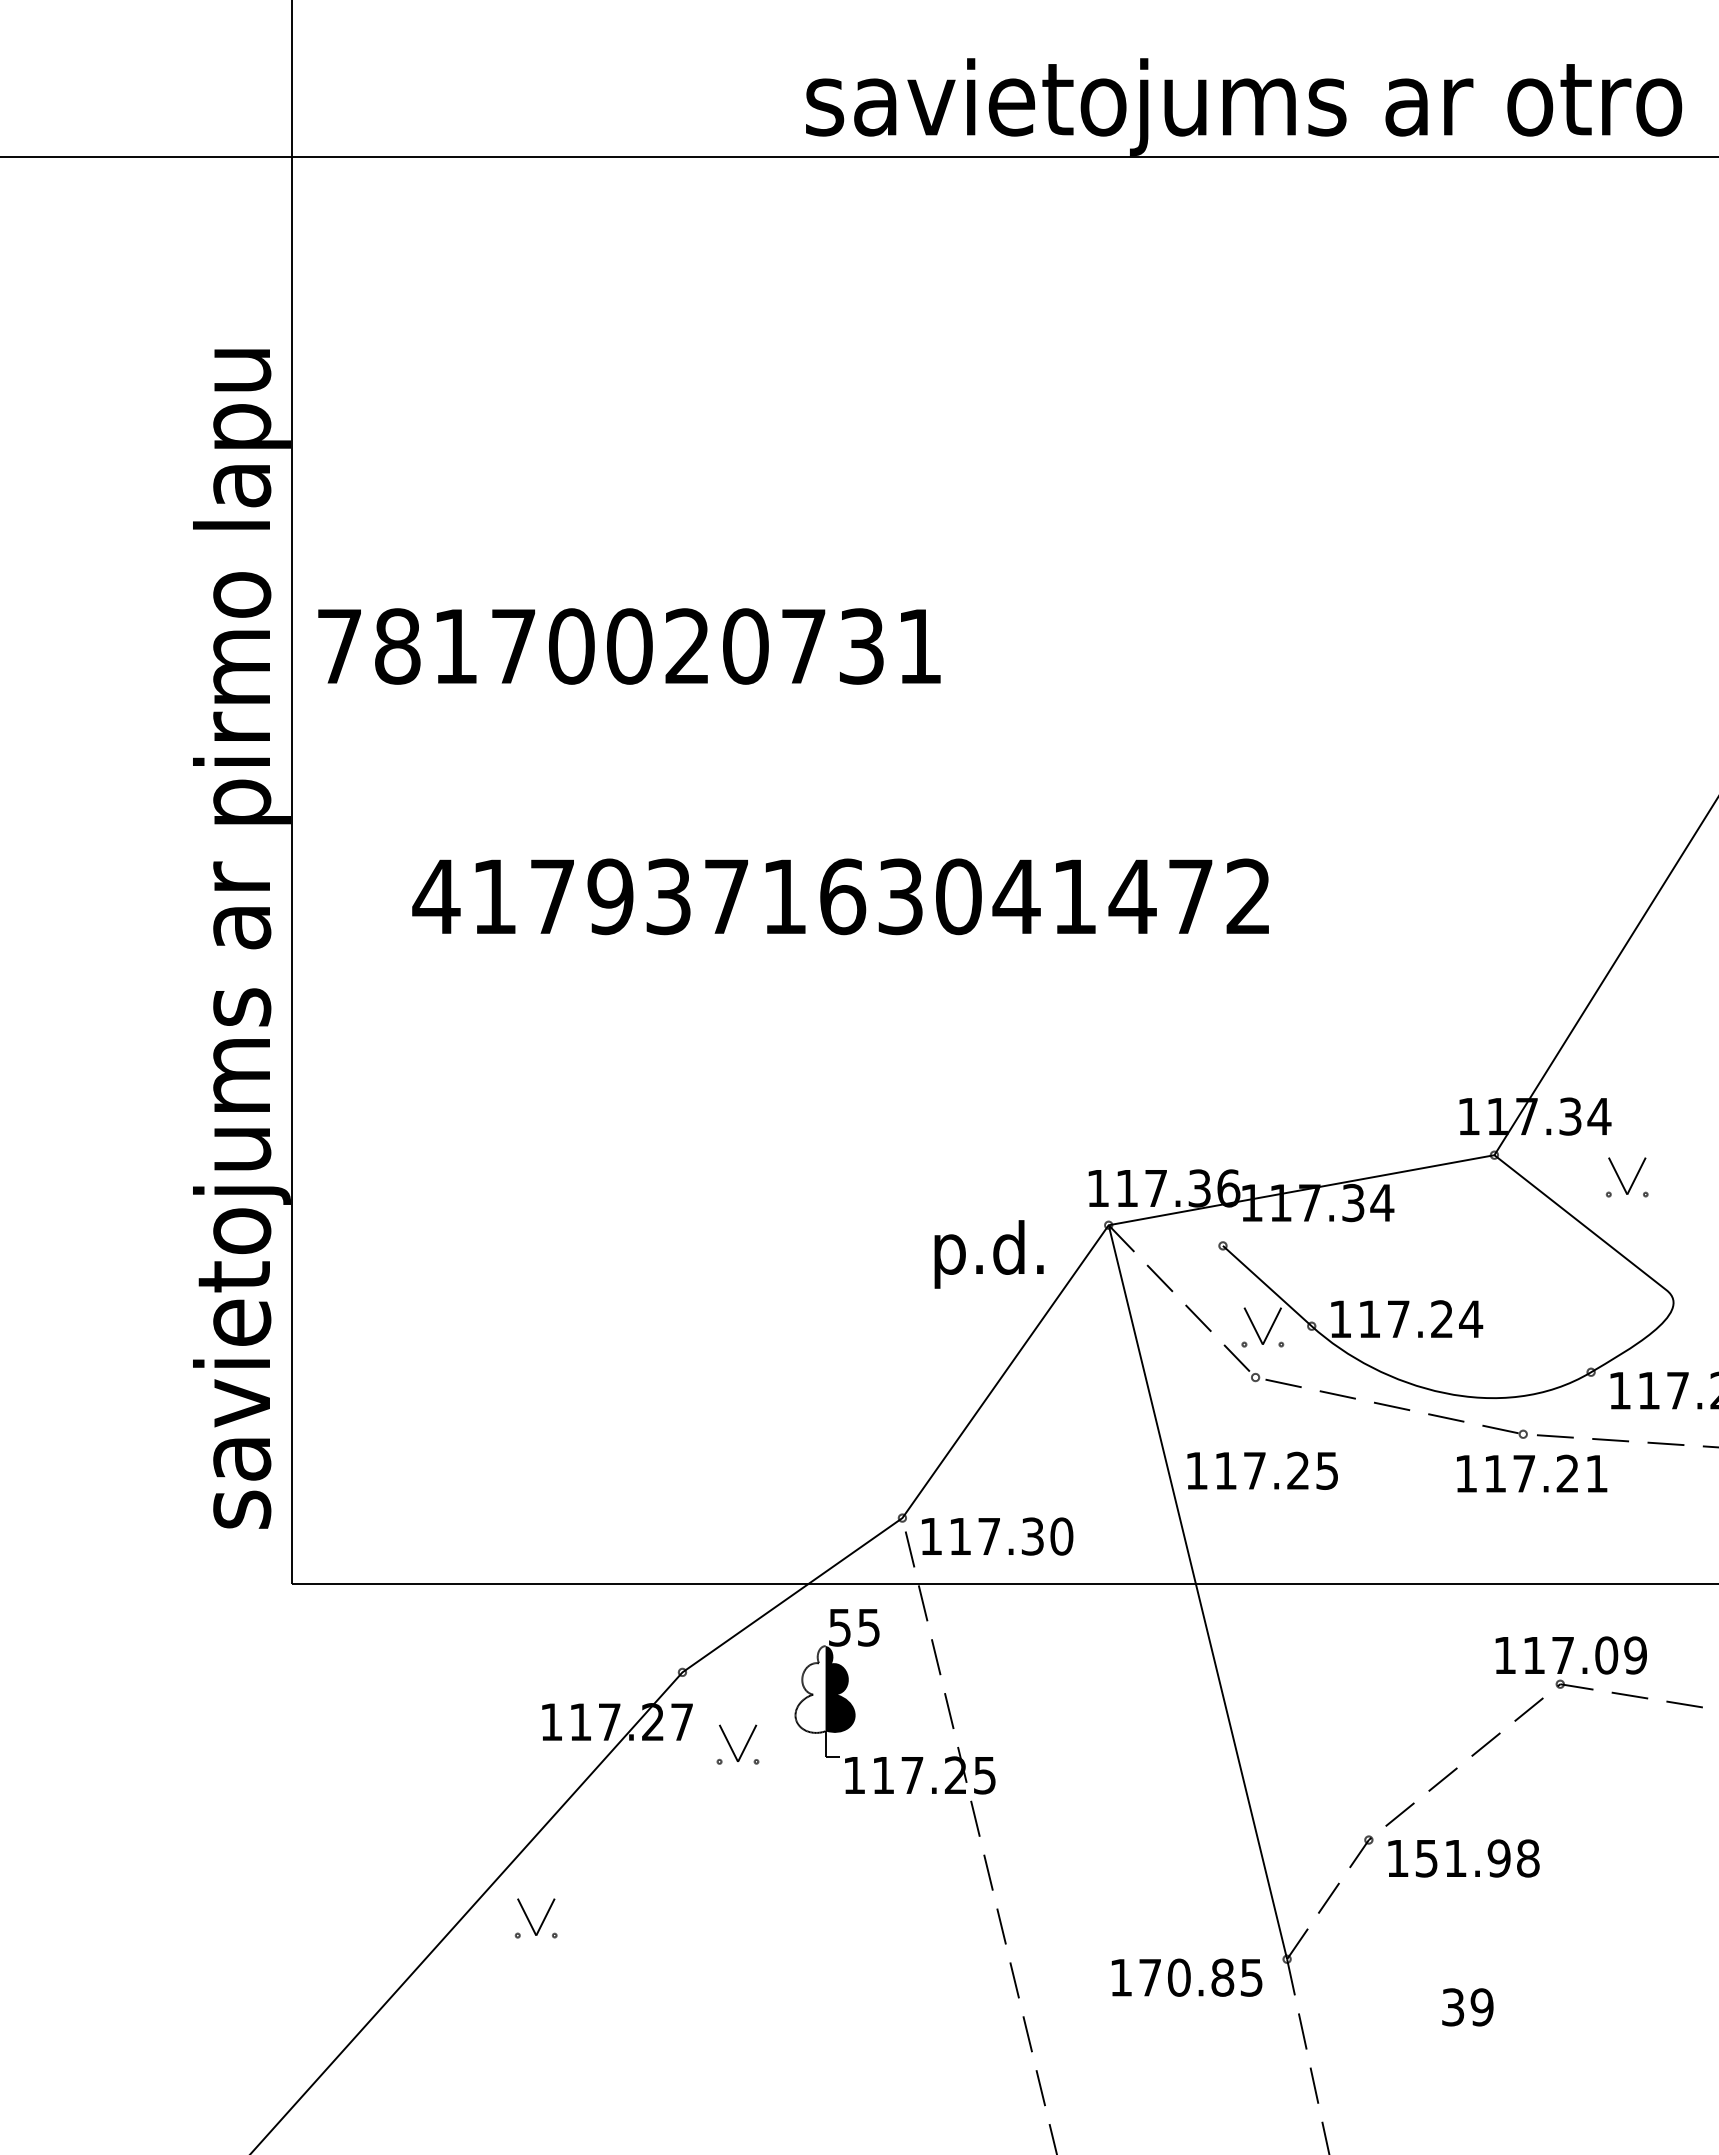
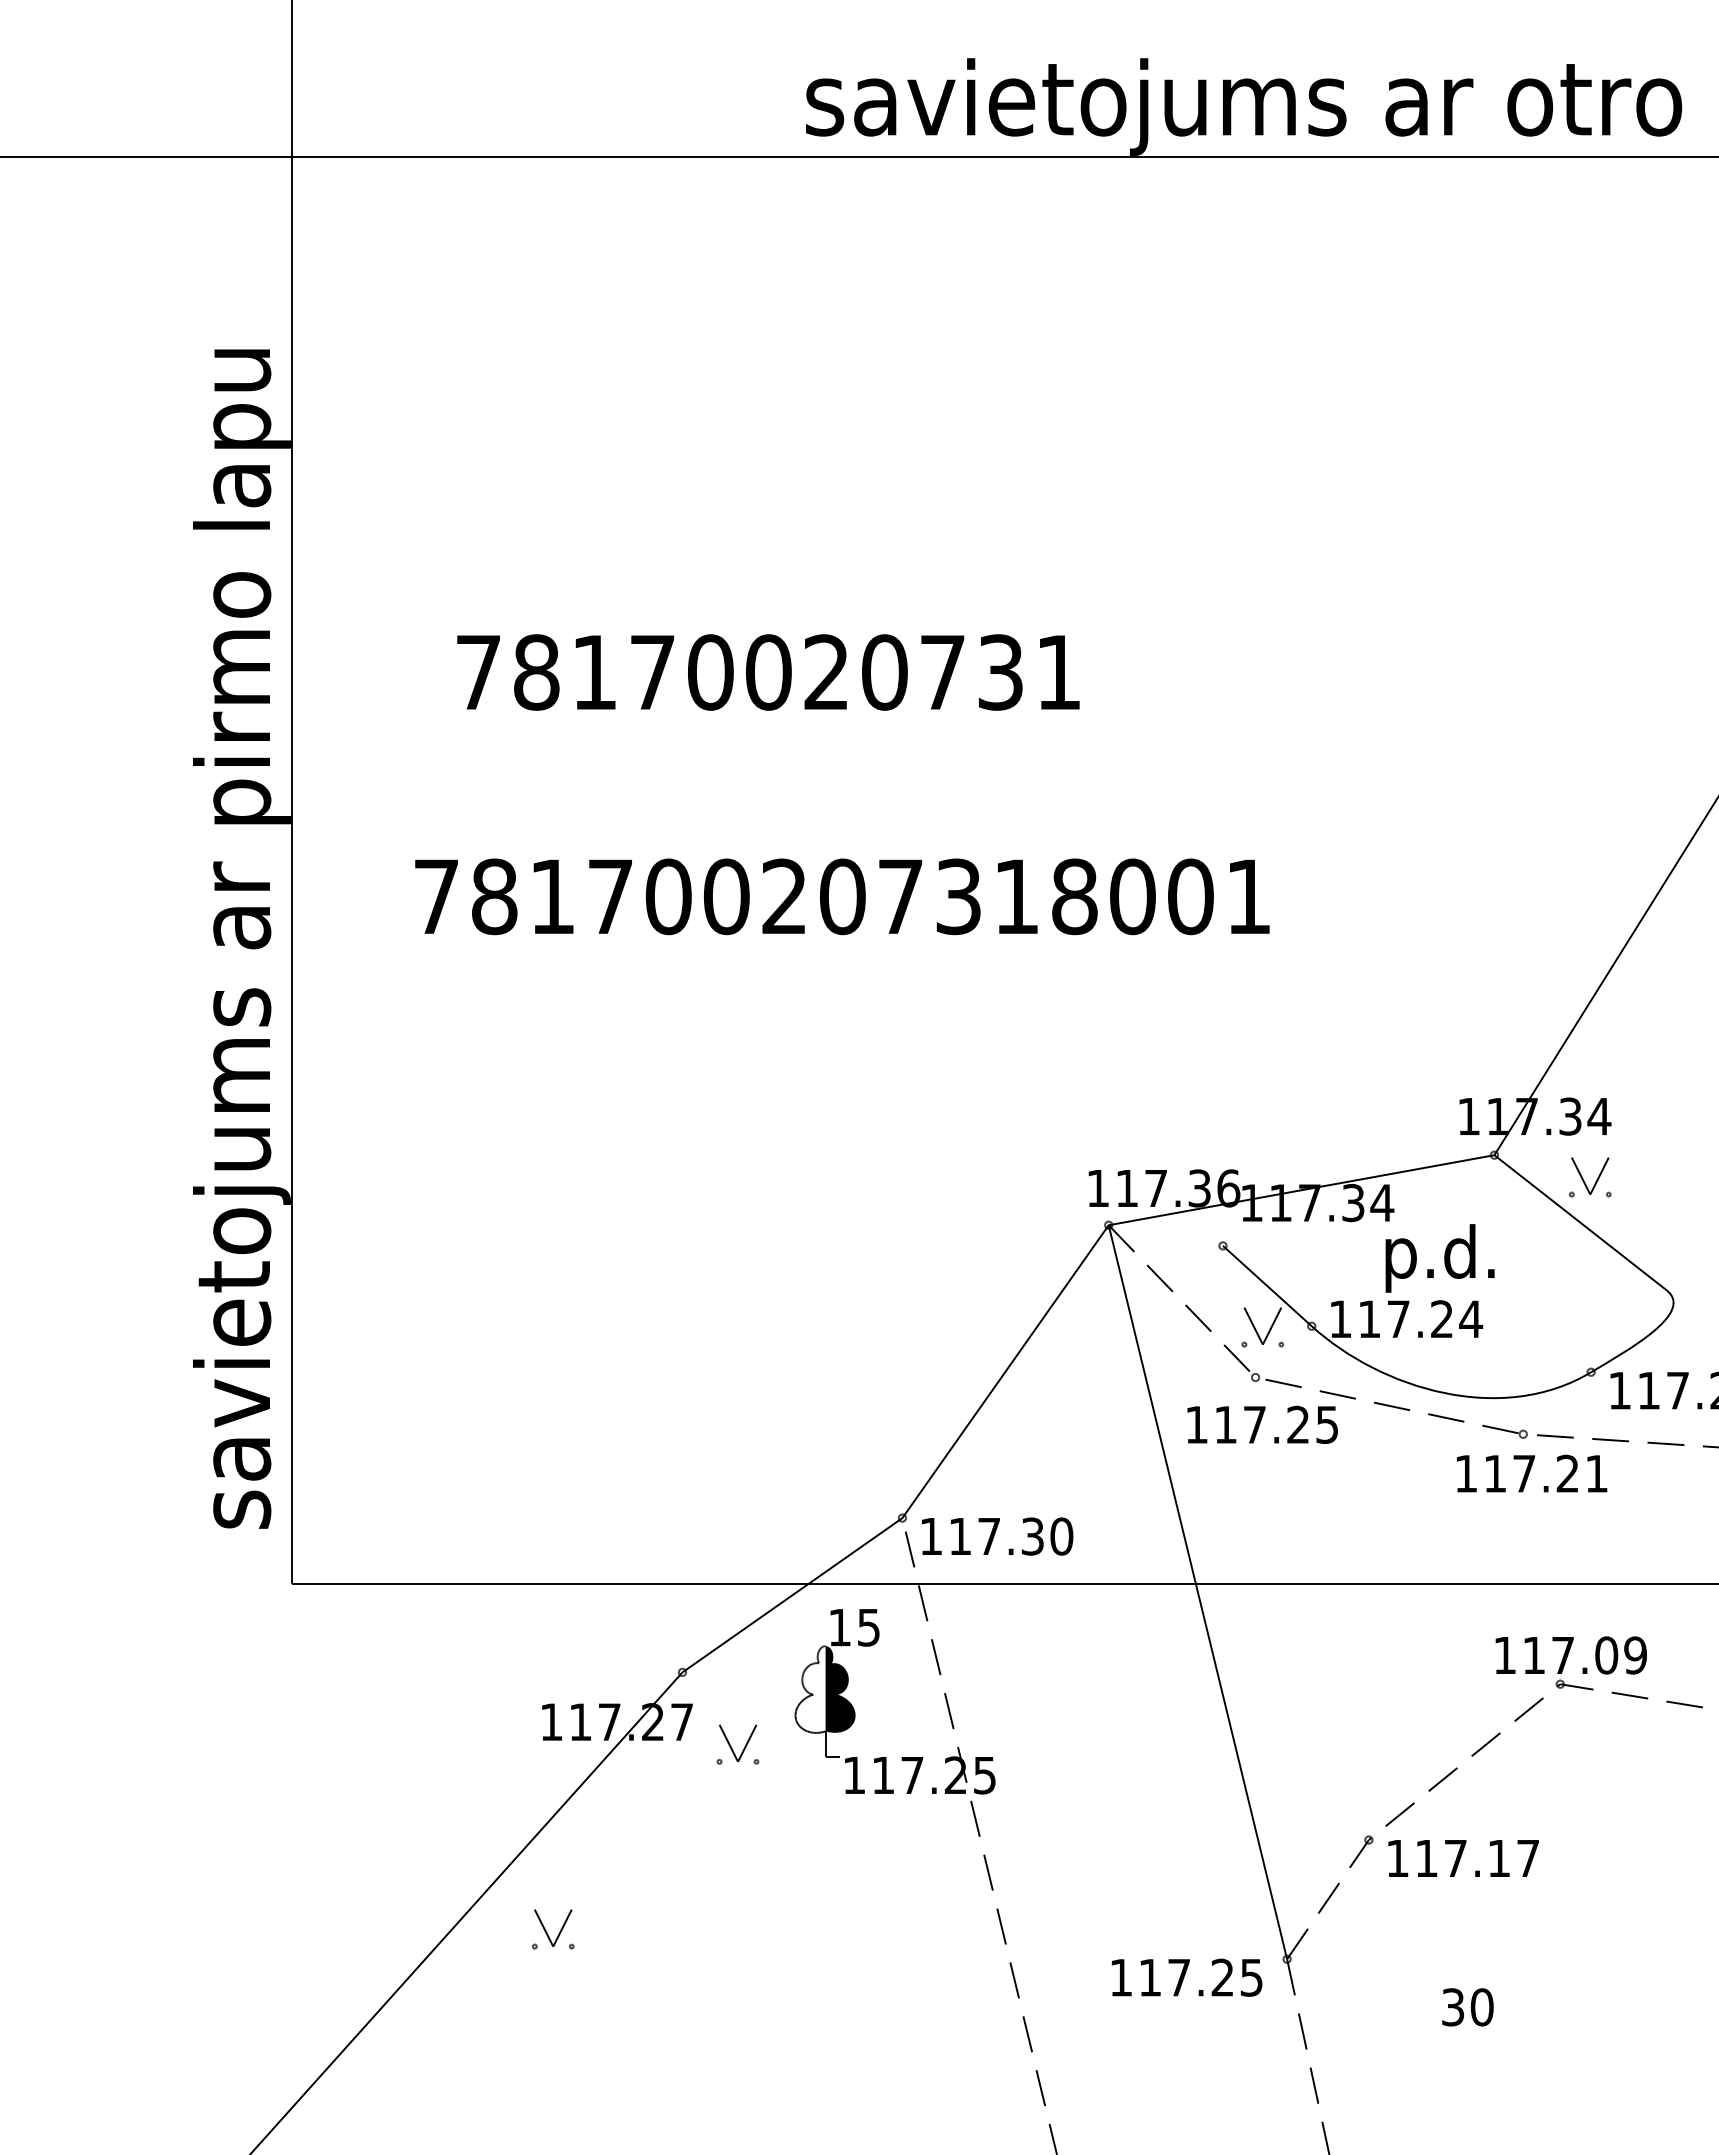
text at (629, 646) position: (629, 646) -> (768, 672)
text at (840, 896): 417937163041472 -> 781700207318001
part at (1626, 1177) position: (1626, 1177) -> (1589, 1177)
text at (988, 1254) position: (988, 1254) -> (1439, 1258)
text at (1262, 1470) position: (1262, 1470) -> (1262, 1424)
text at (839, 1627): 55 -> 15
text at (1477, 1858): 151.98 -> 117.17
part at (535, 1918) position: (535, 1918) -> (552, 1929)
text at (1186, 1977): 170.85 -> 117.25
text at (1481, 2007): 39 -> 30
